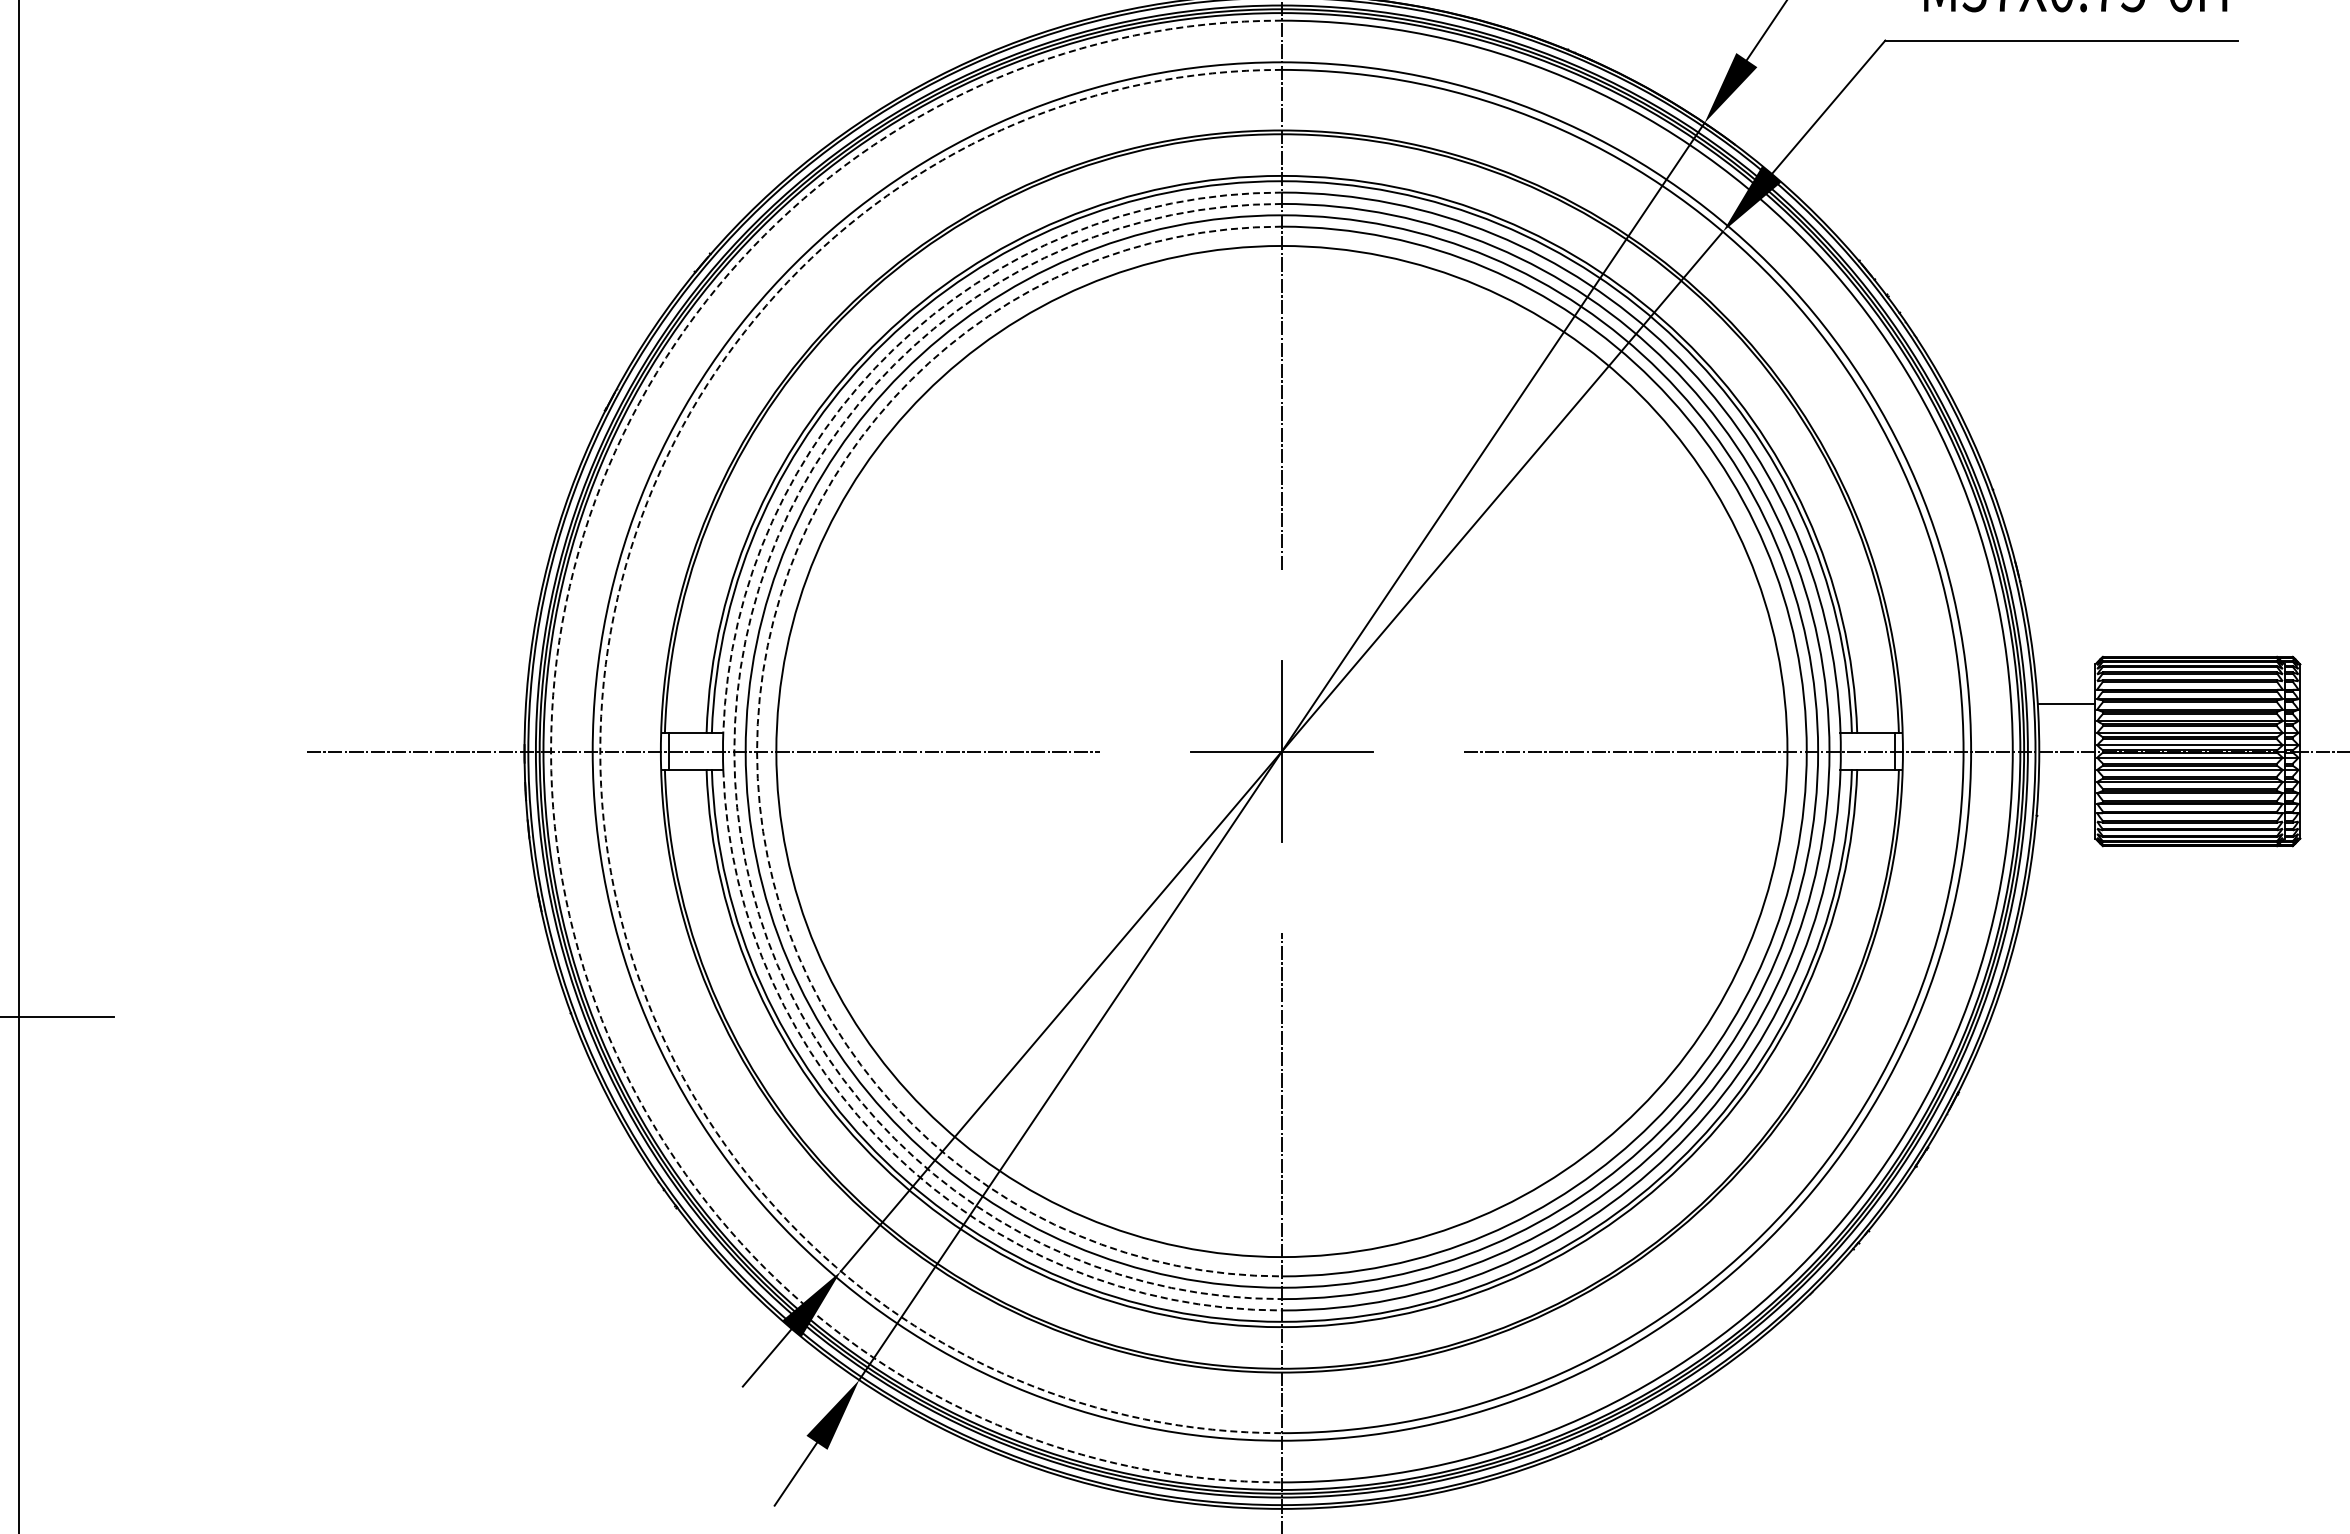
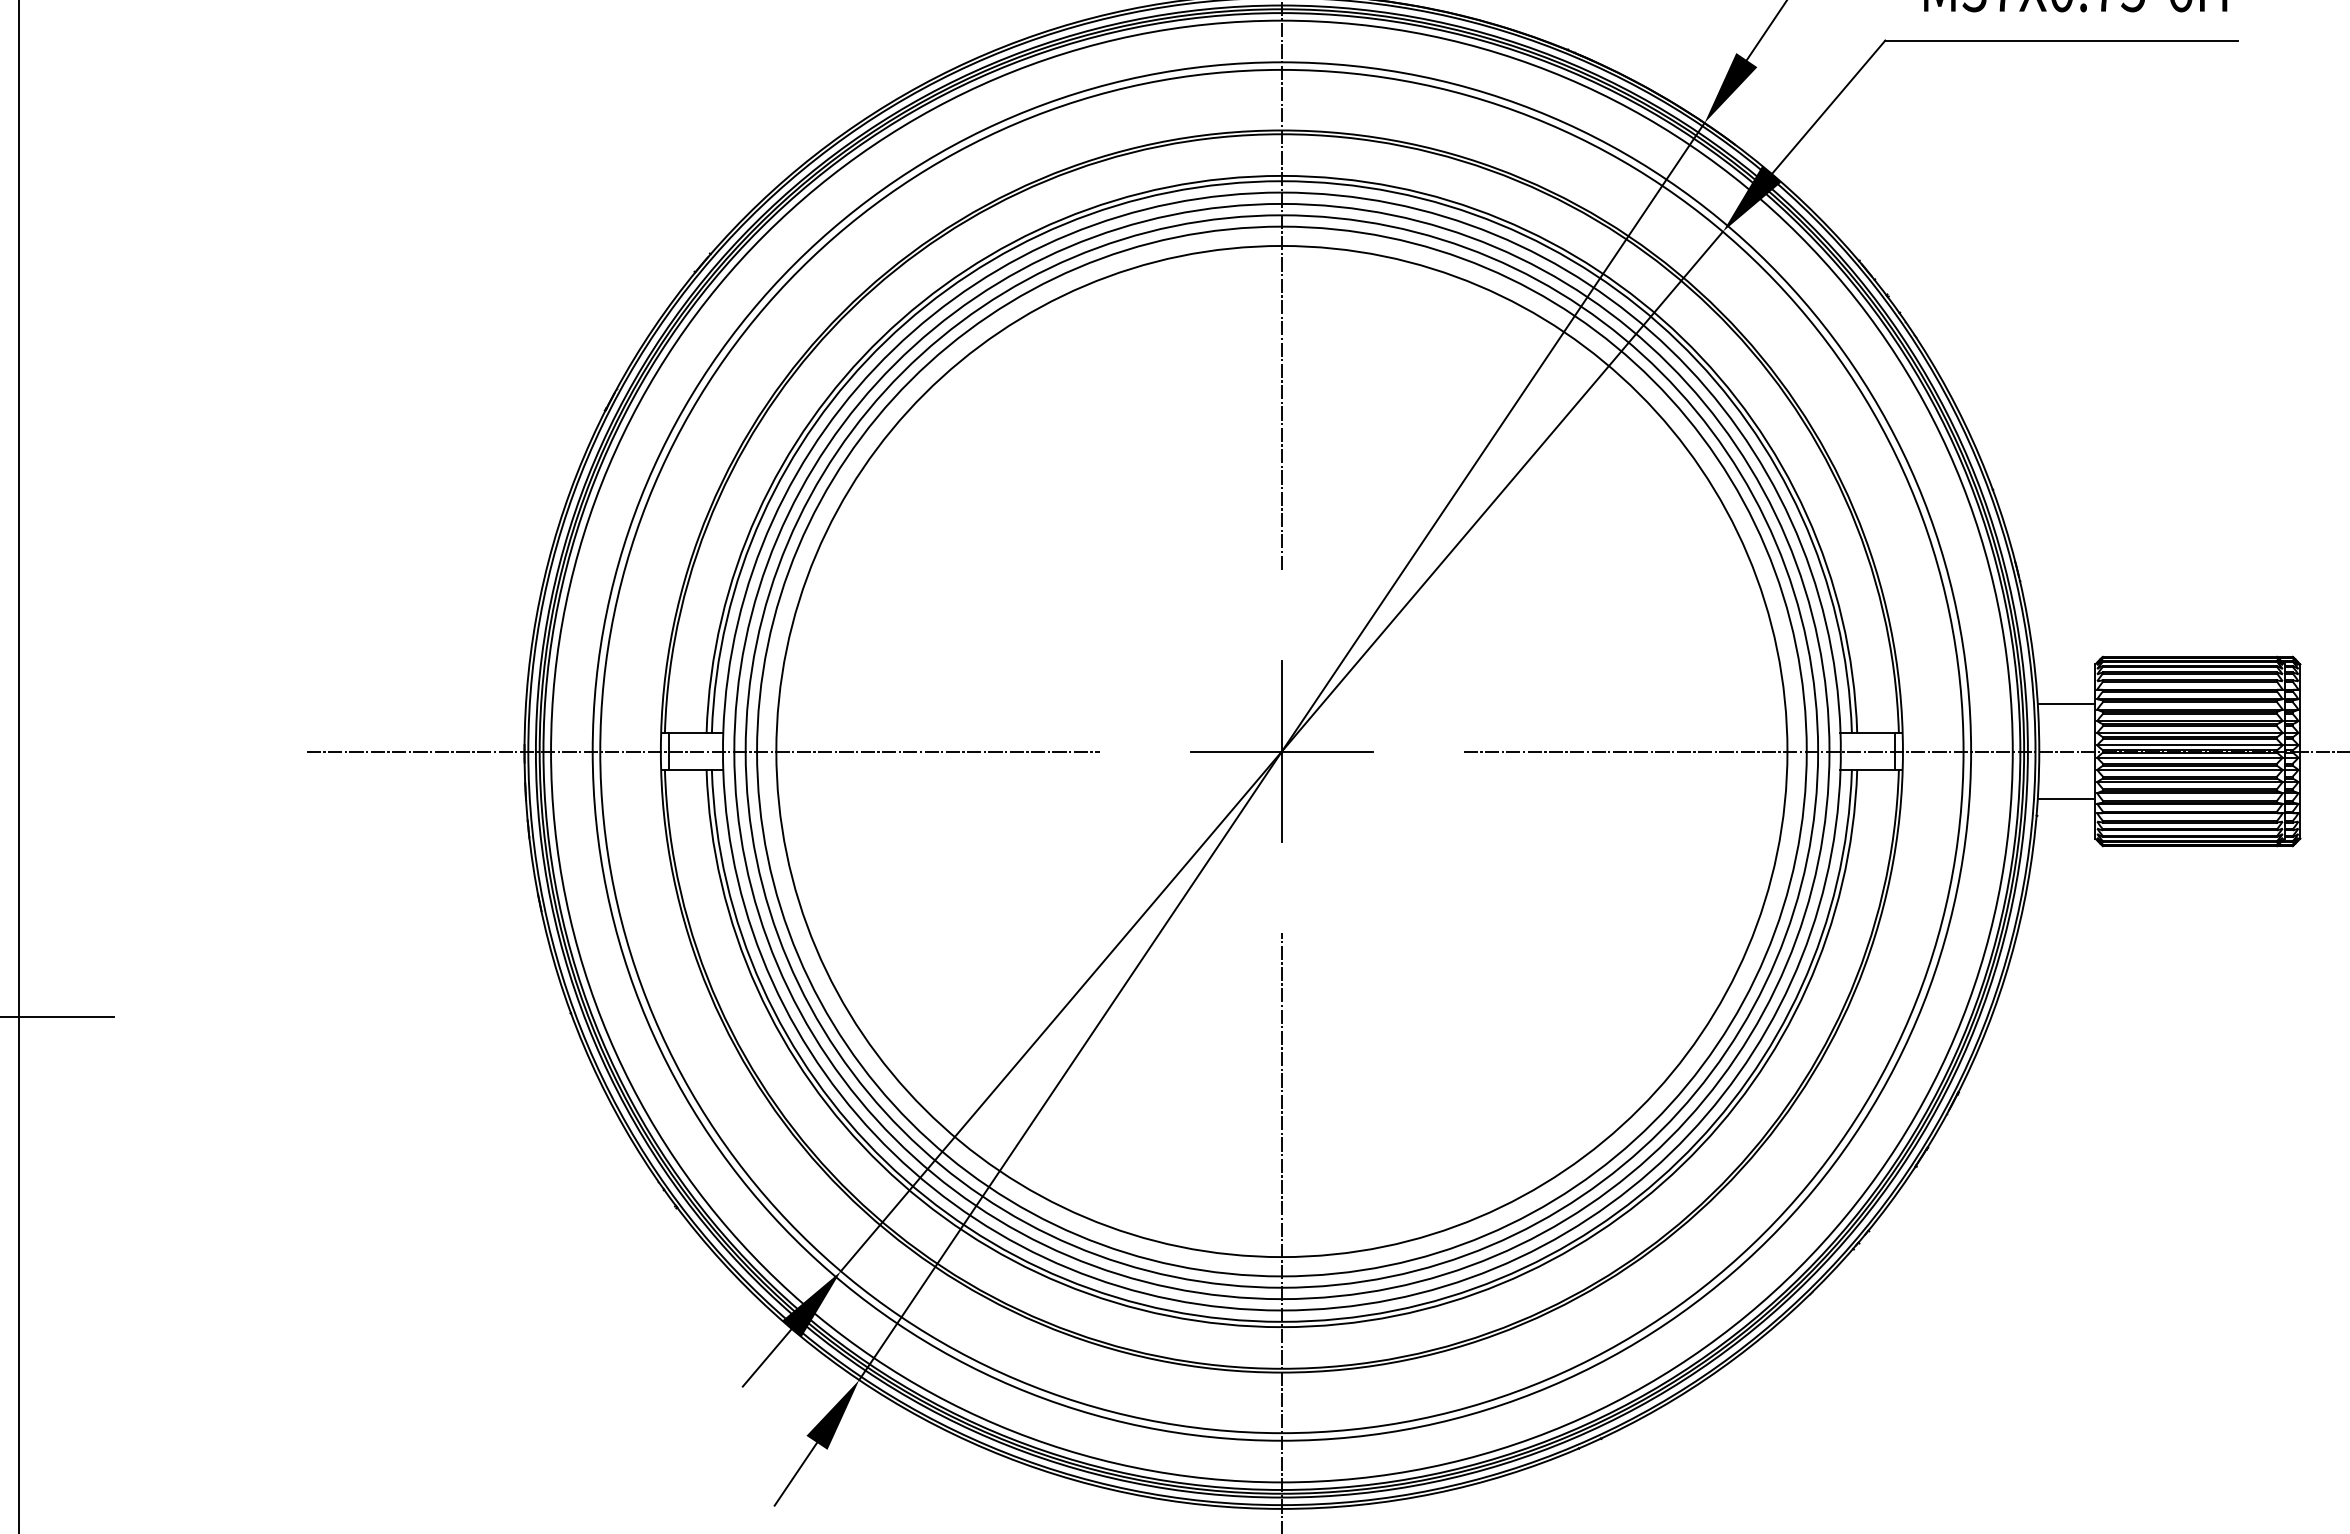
arc at (893, 349): dashed -> solid
arc at (551, 751): dashed -> solid
arc at (600, 751): dashed -> solid
arc at (734, 751): dashed -> solid
arc at (757, 751): dashed -> solid
line at (2066, 798): none -> present
arc at (893, 1153): dashed -> solid
